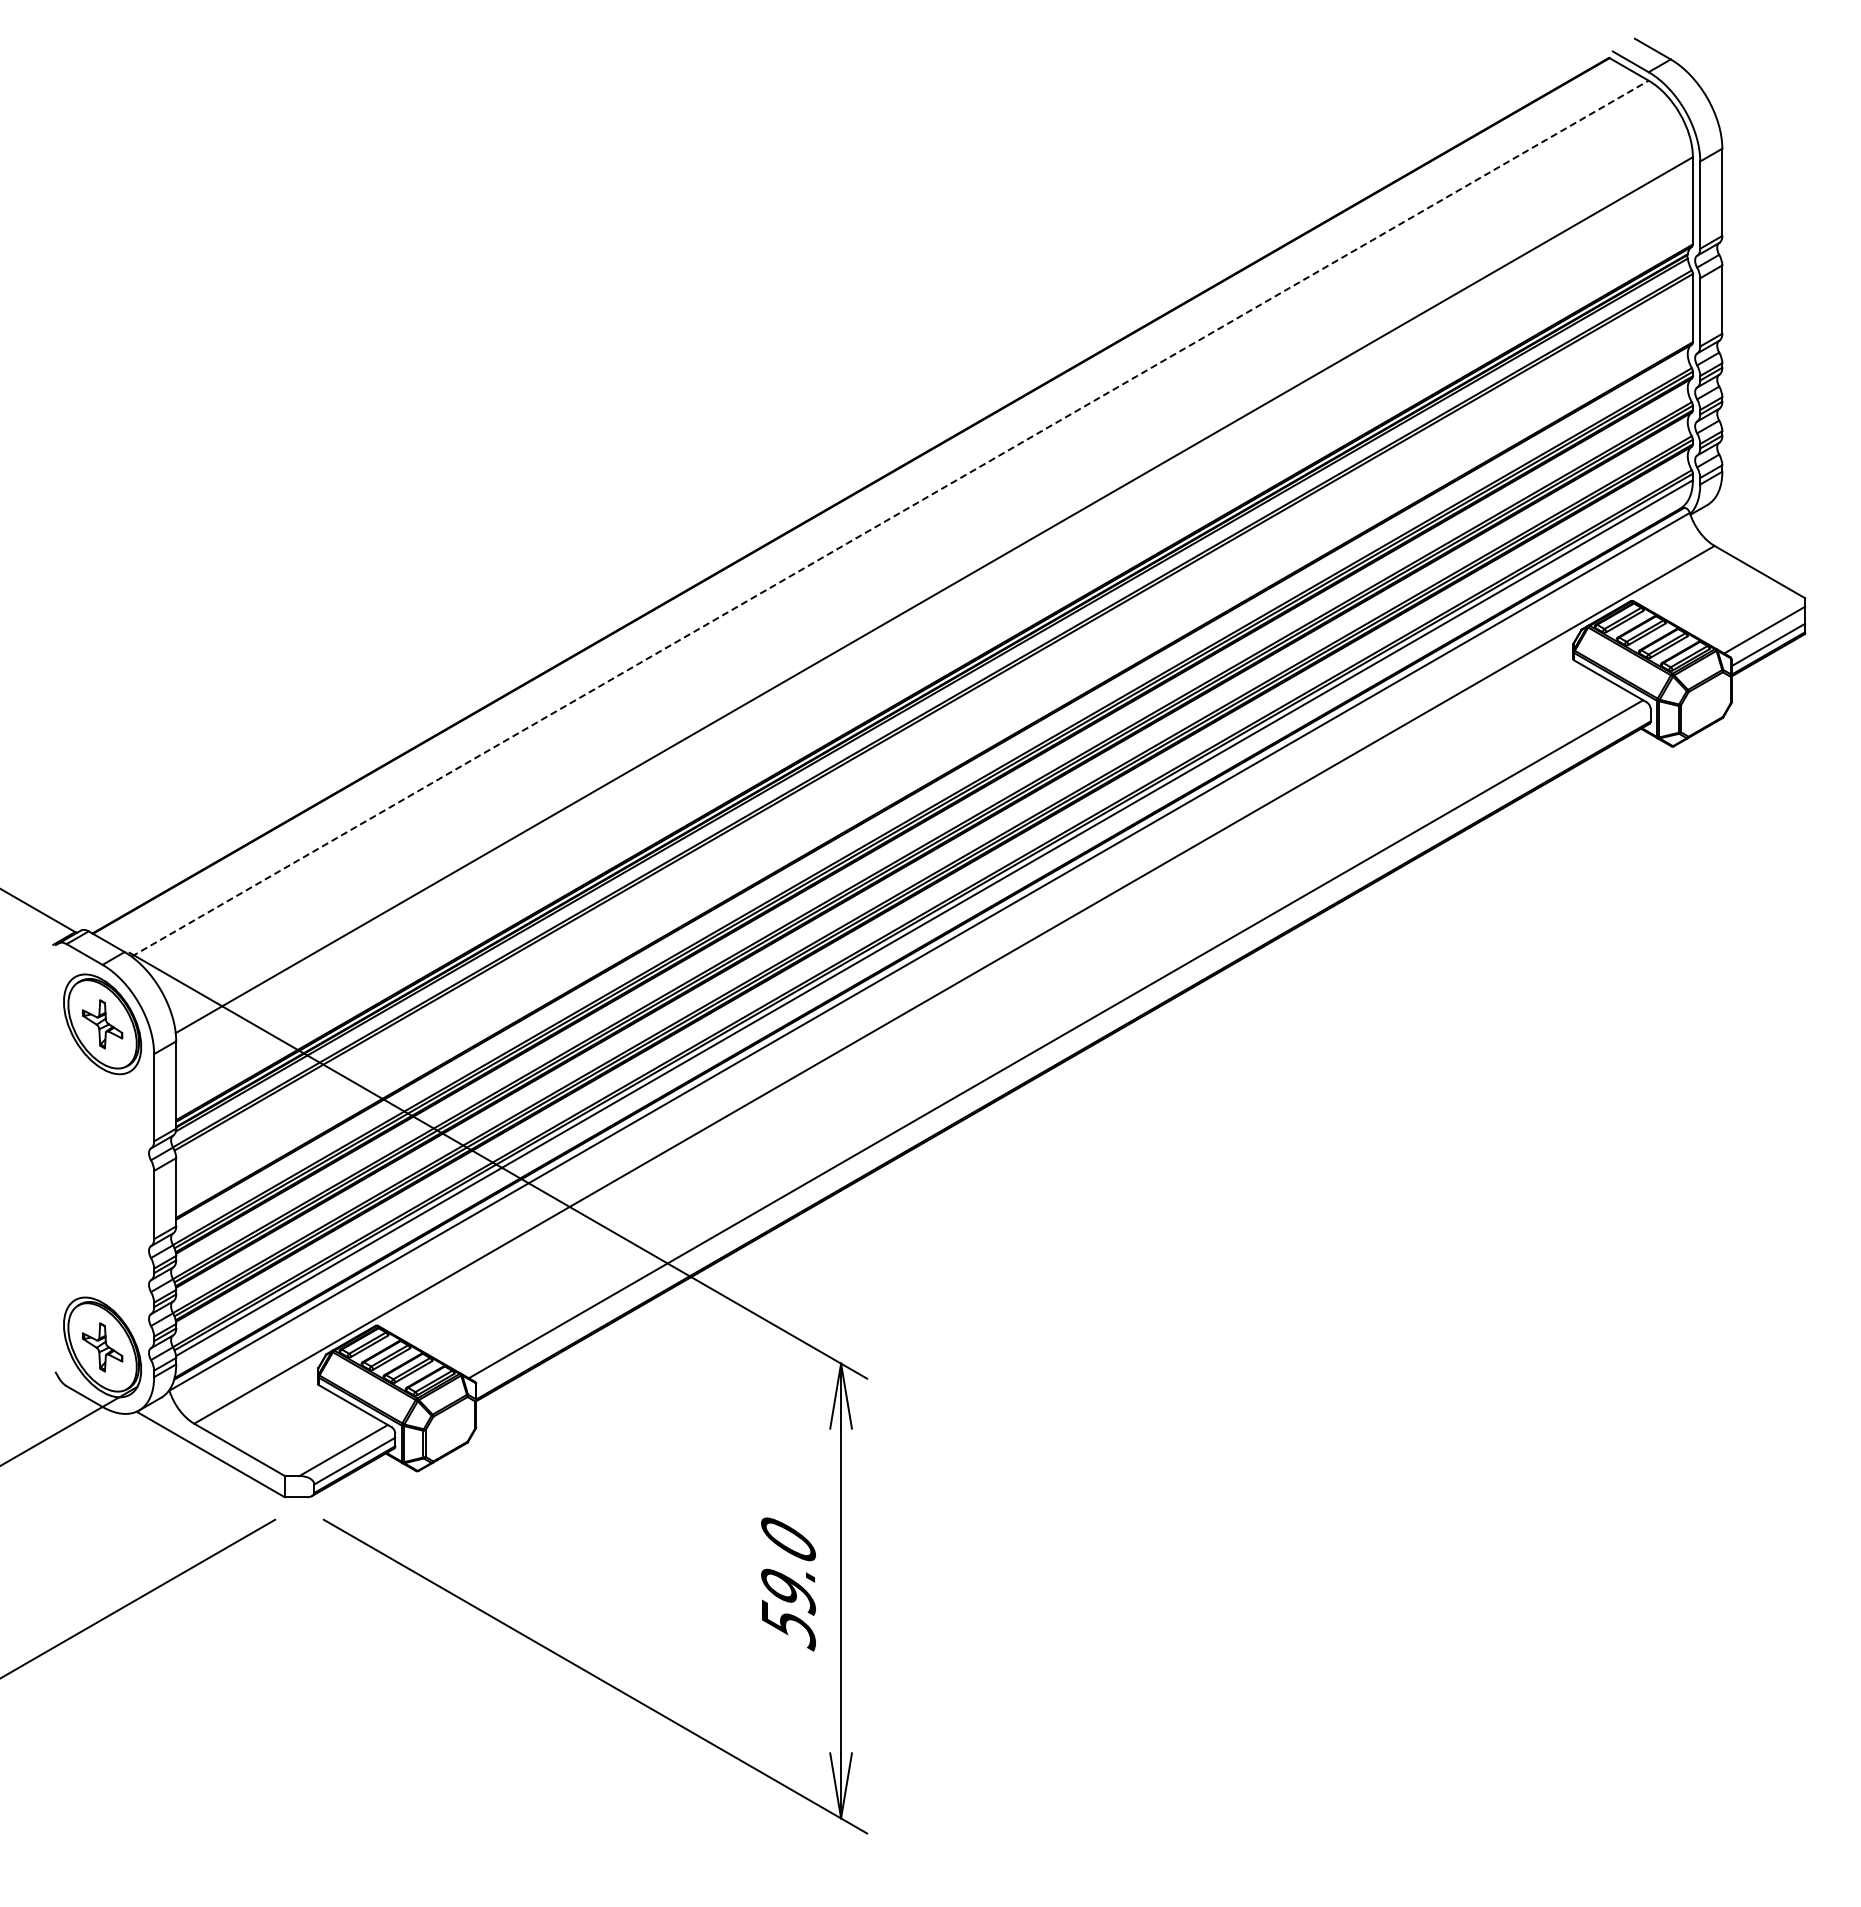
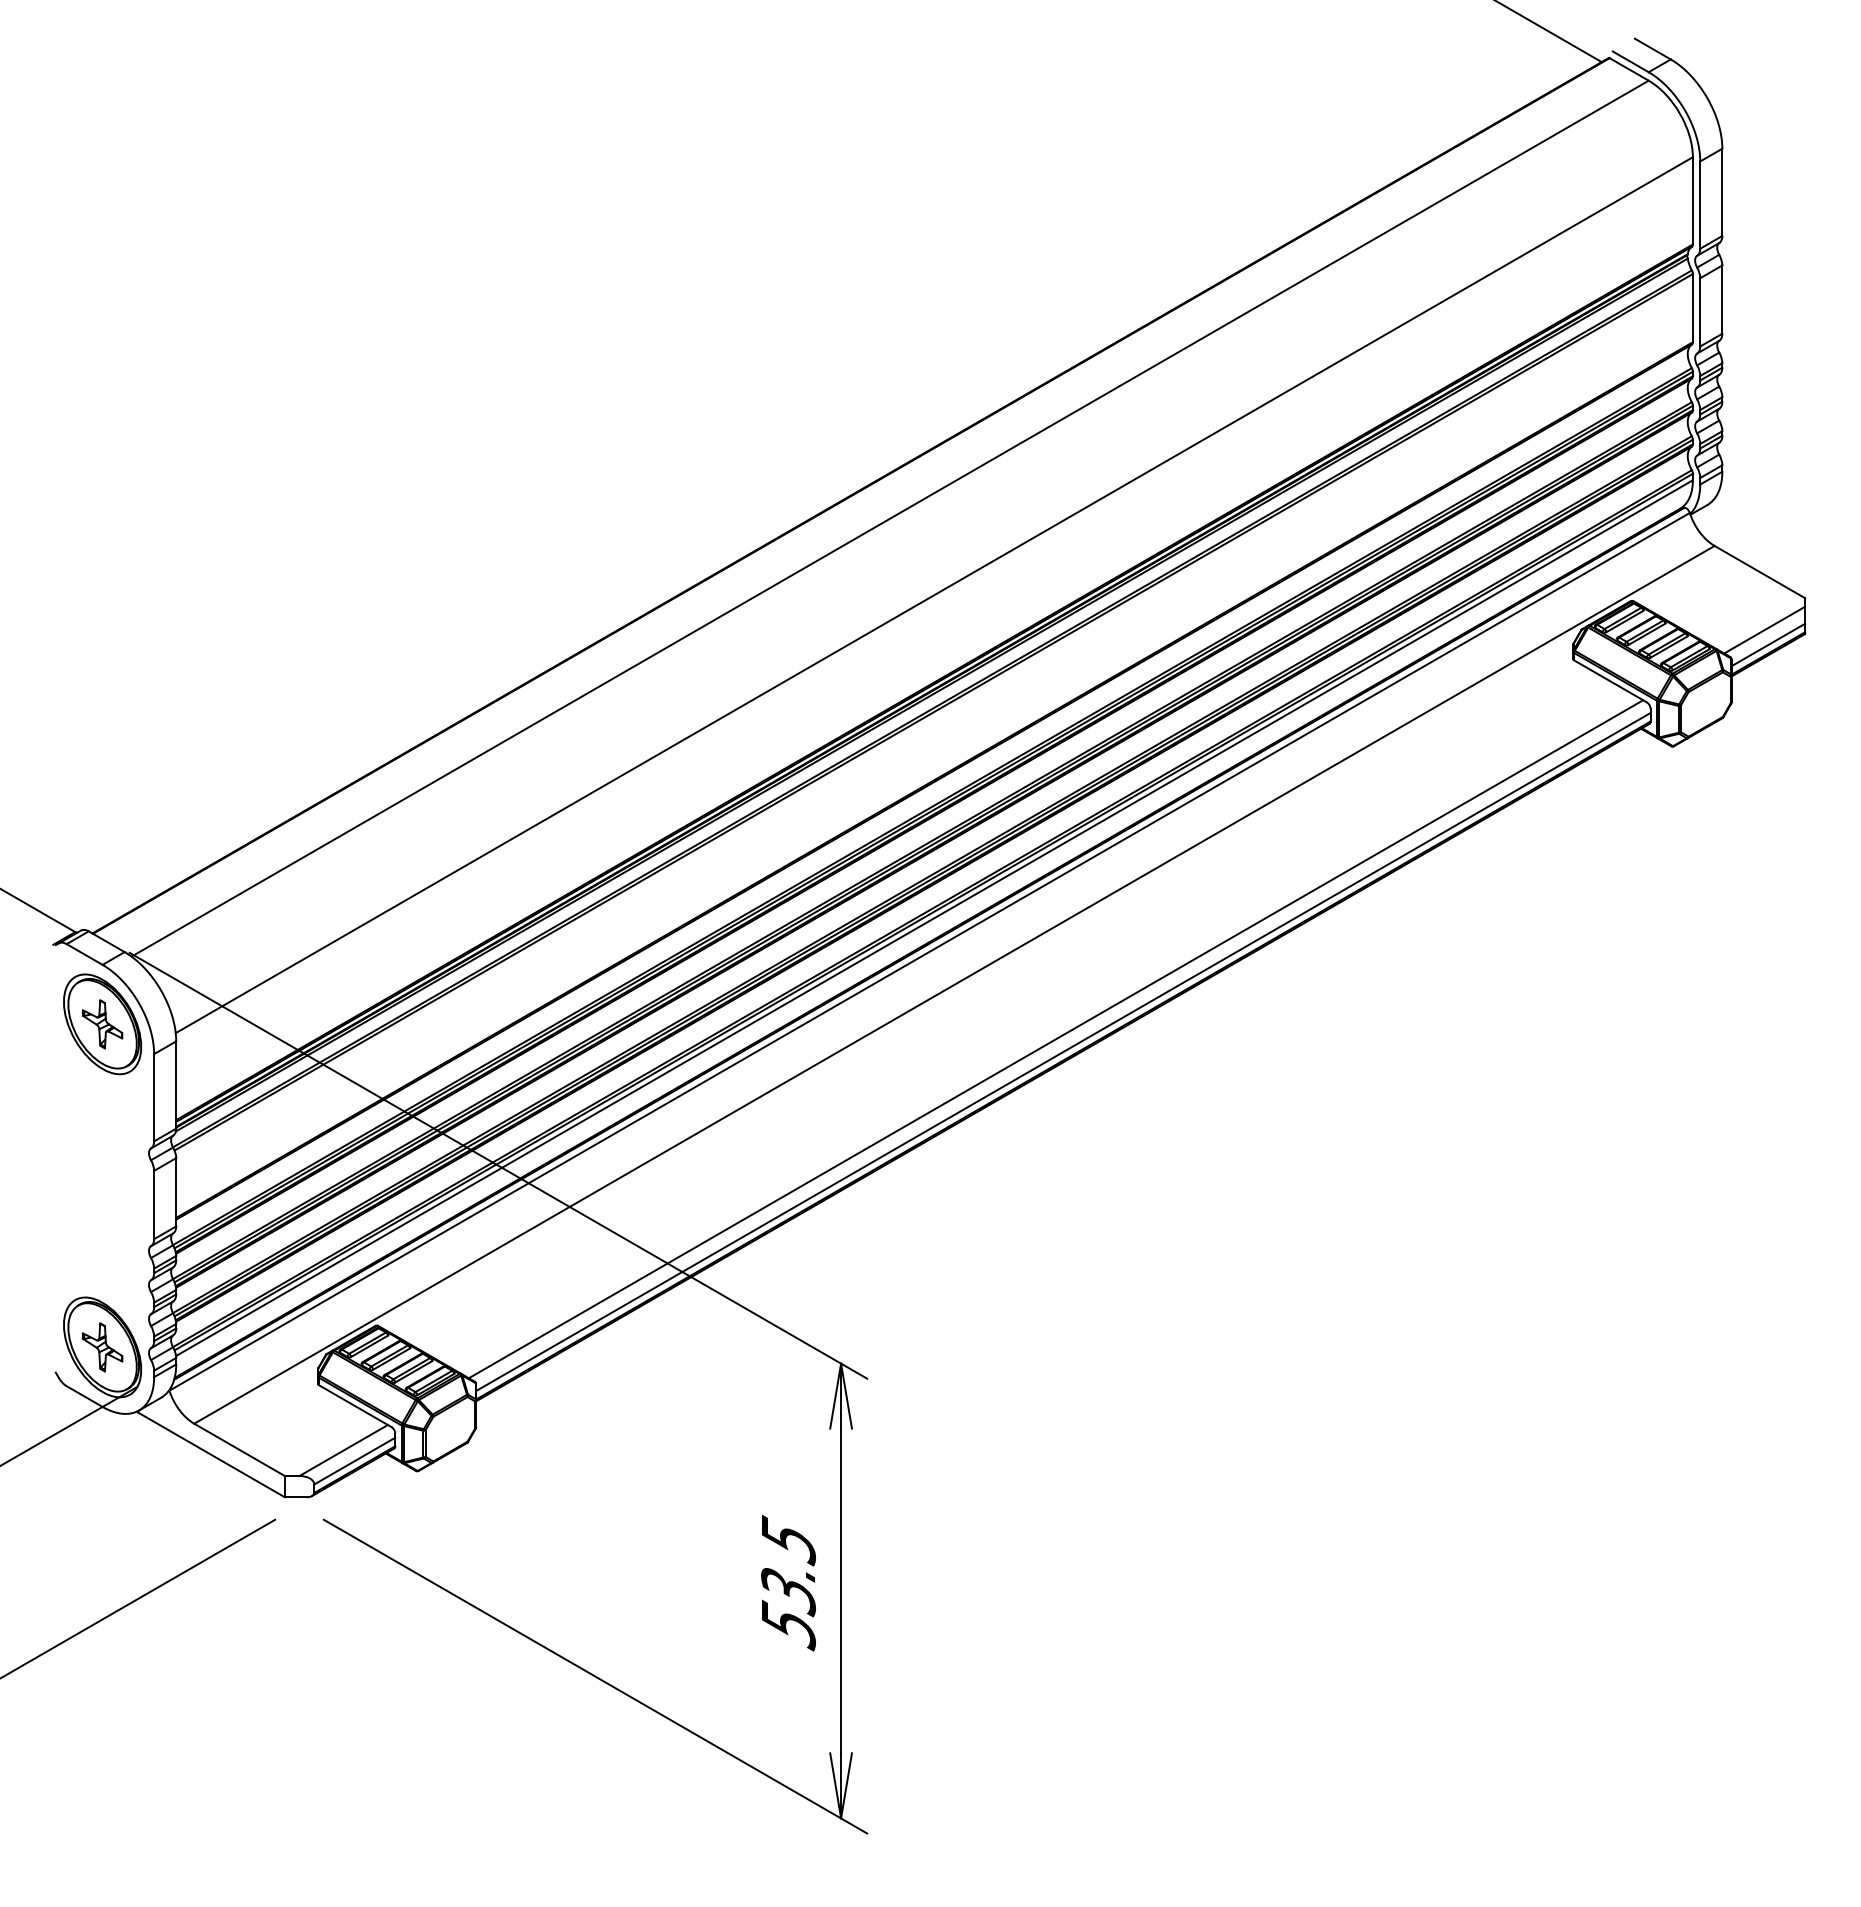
line at (1549, 32): none -> present
line at (890, 518): dashed -> solid
line at (1063, 1052): none -> present
text at (788, 1565): 59.0 -> 53.5
